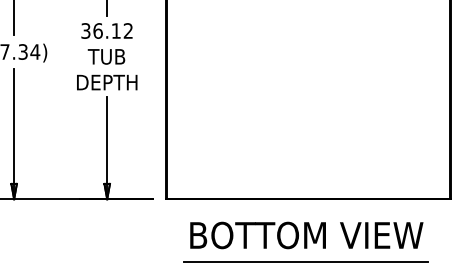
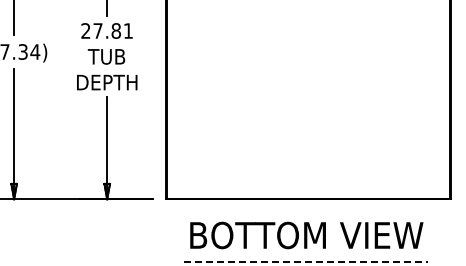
text at (106, 30): 36.12 -> 27.81
line at (306, 261): solid -> dashed
